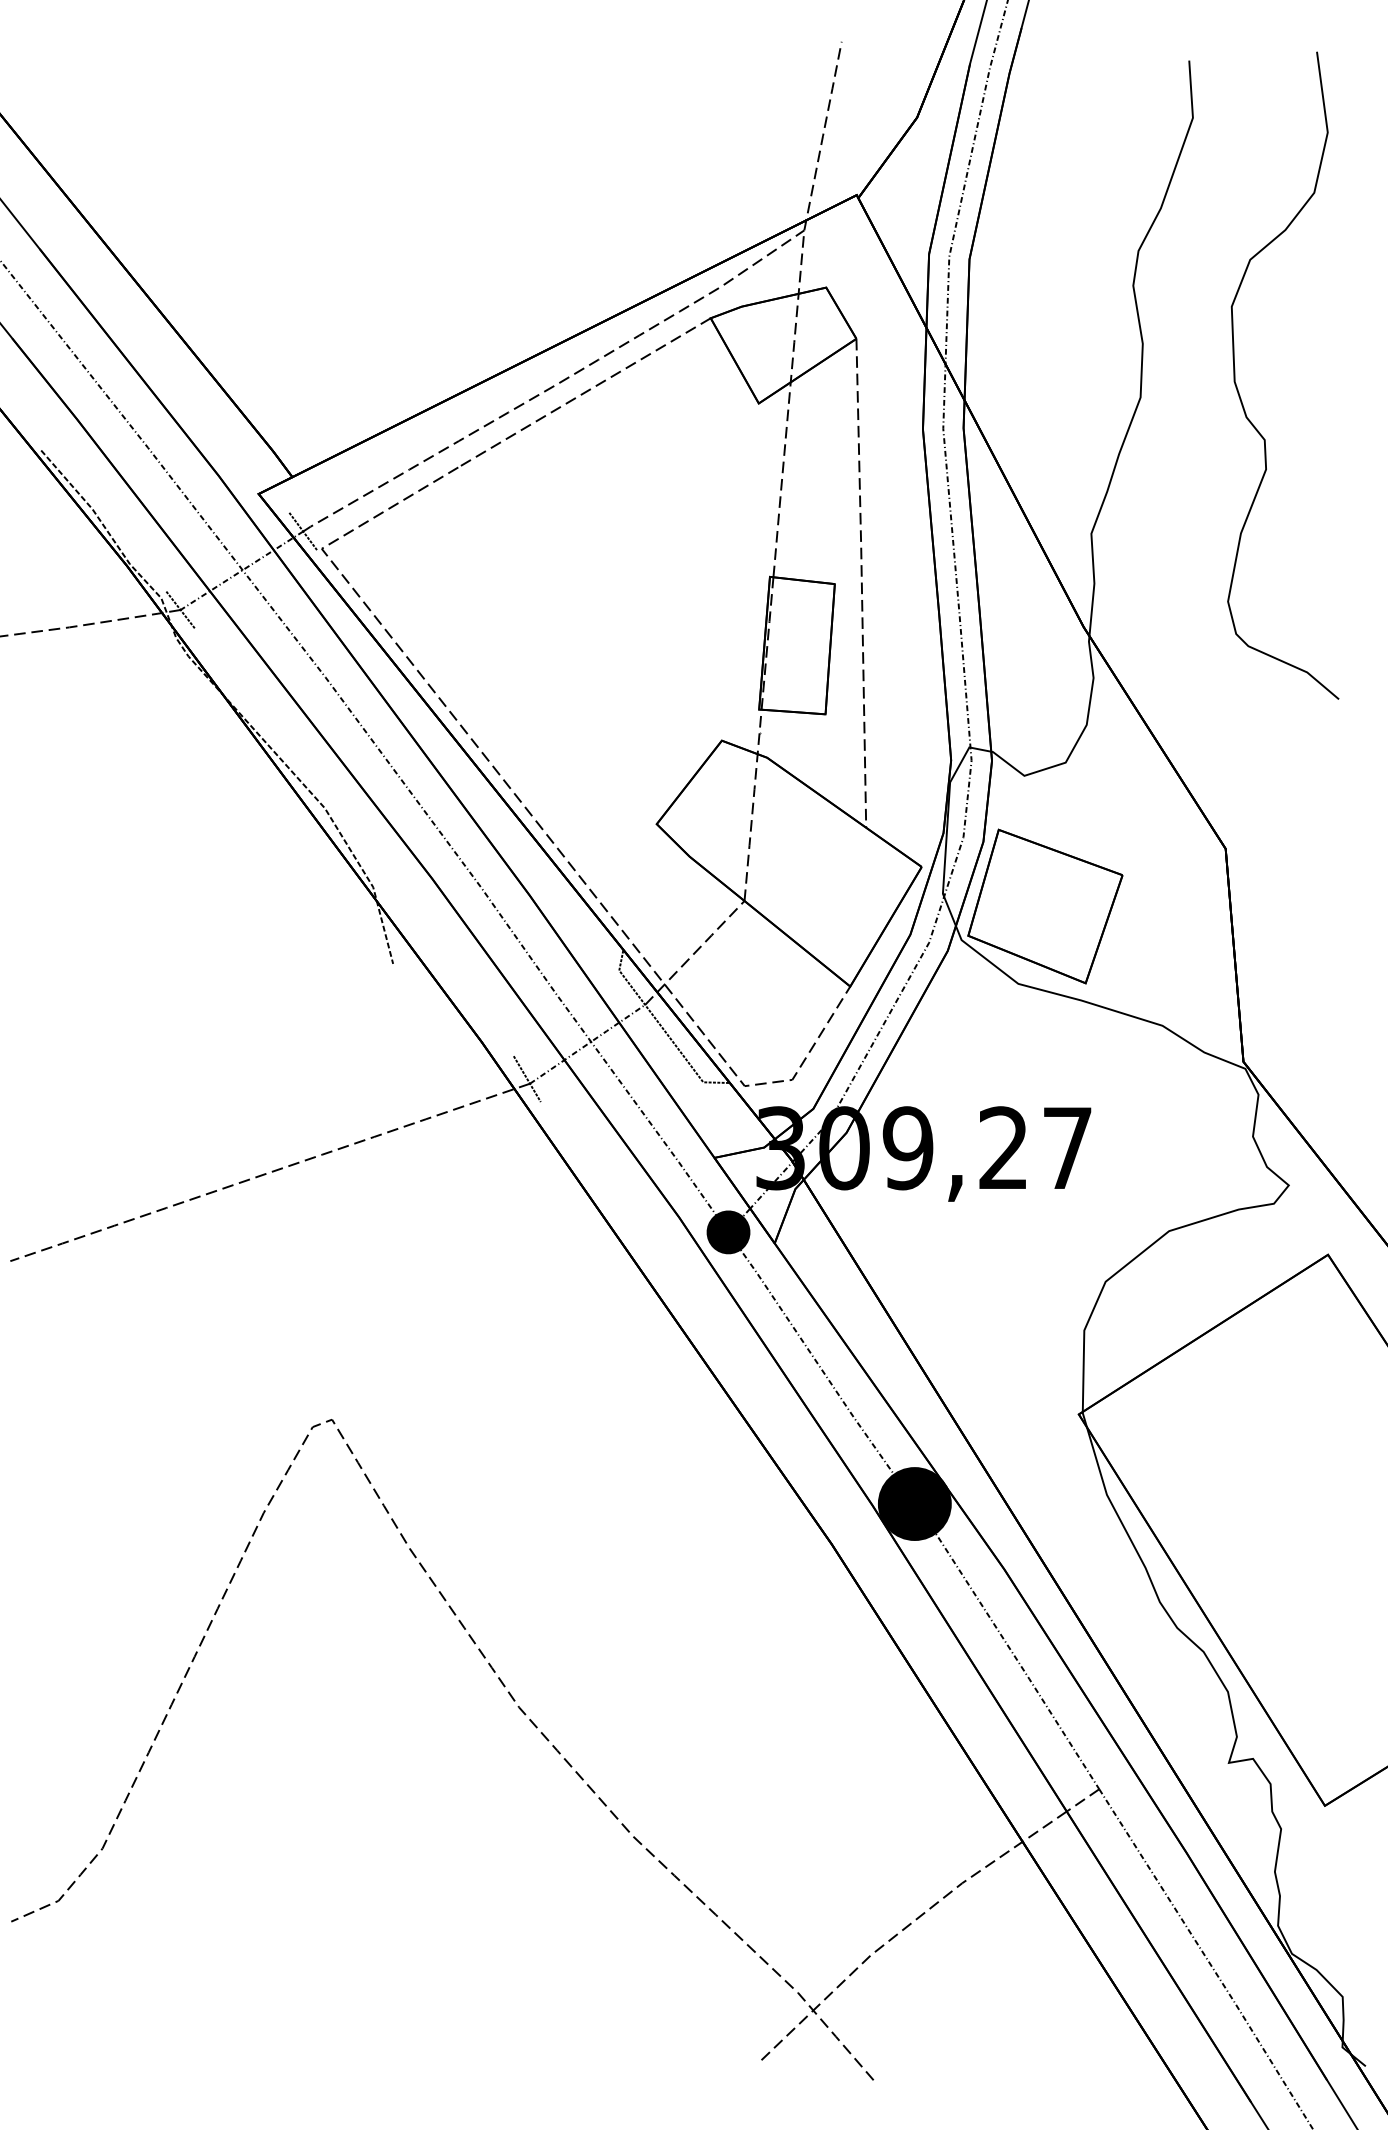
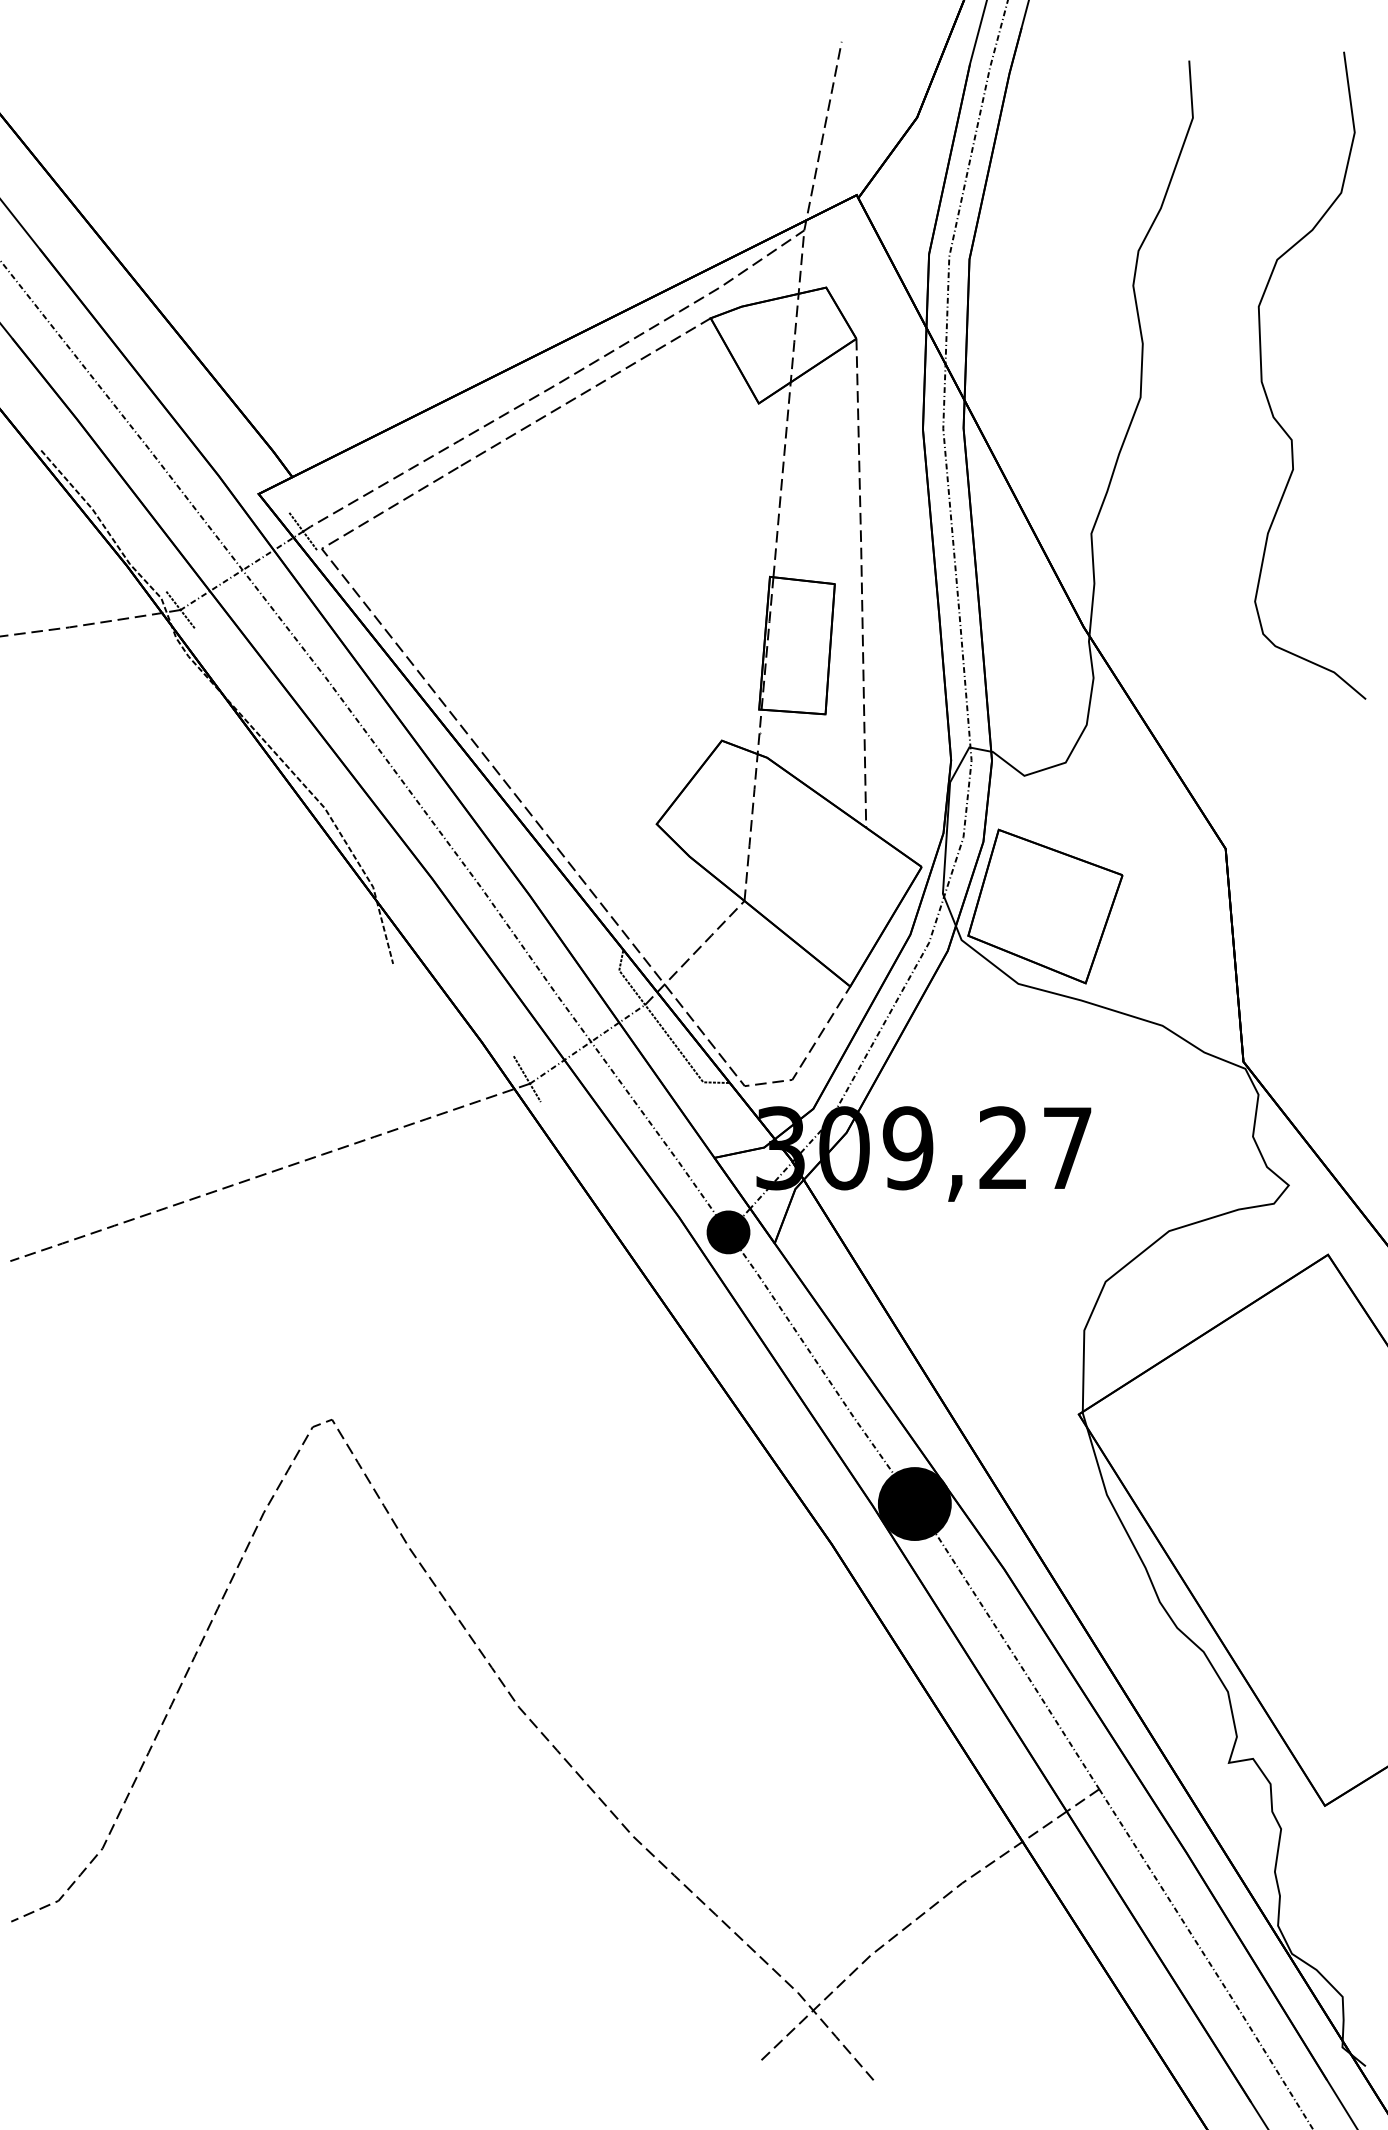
curve at (1238, 389) position: (1238, 389) -> (1265, 389)
